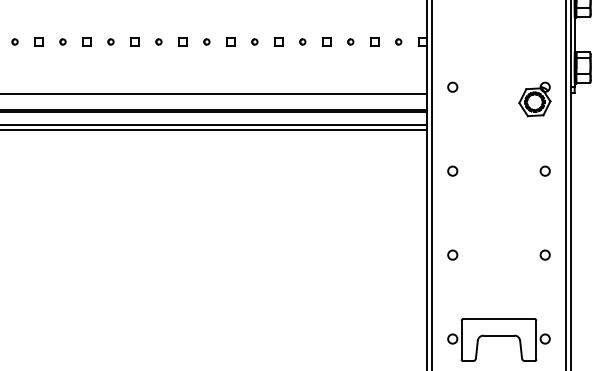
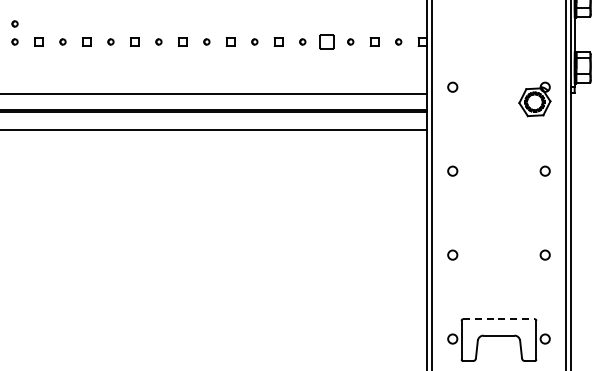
part at (14, 23): none -> present
part at (326, 41) size: 11x10 px -> 16x16 px
line at (214, 124): present -> none
line at (498, 319): solid -> dashed
